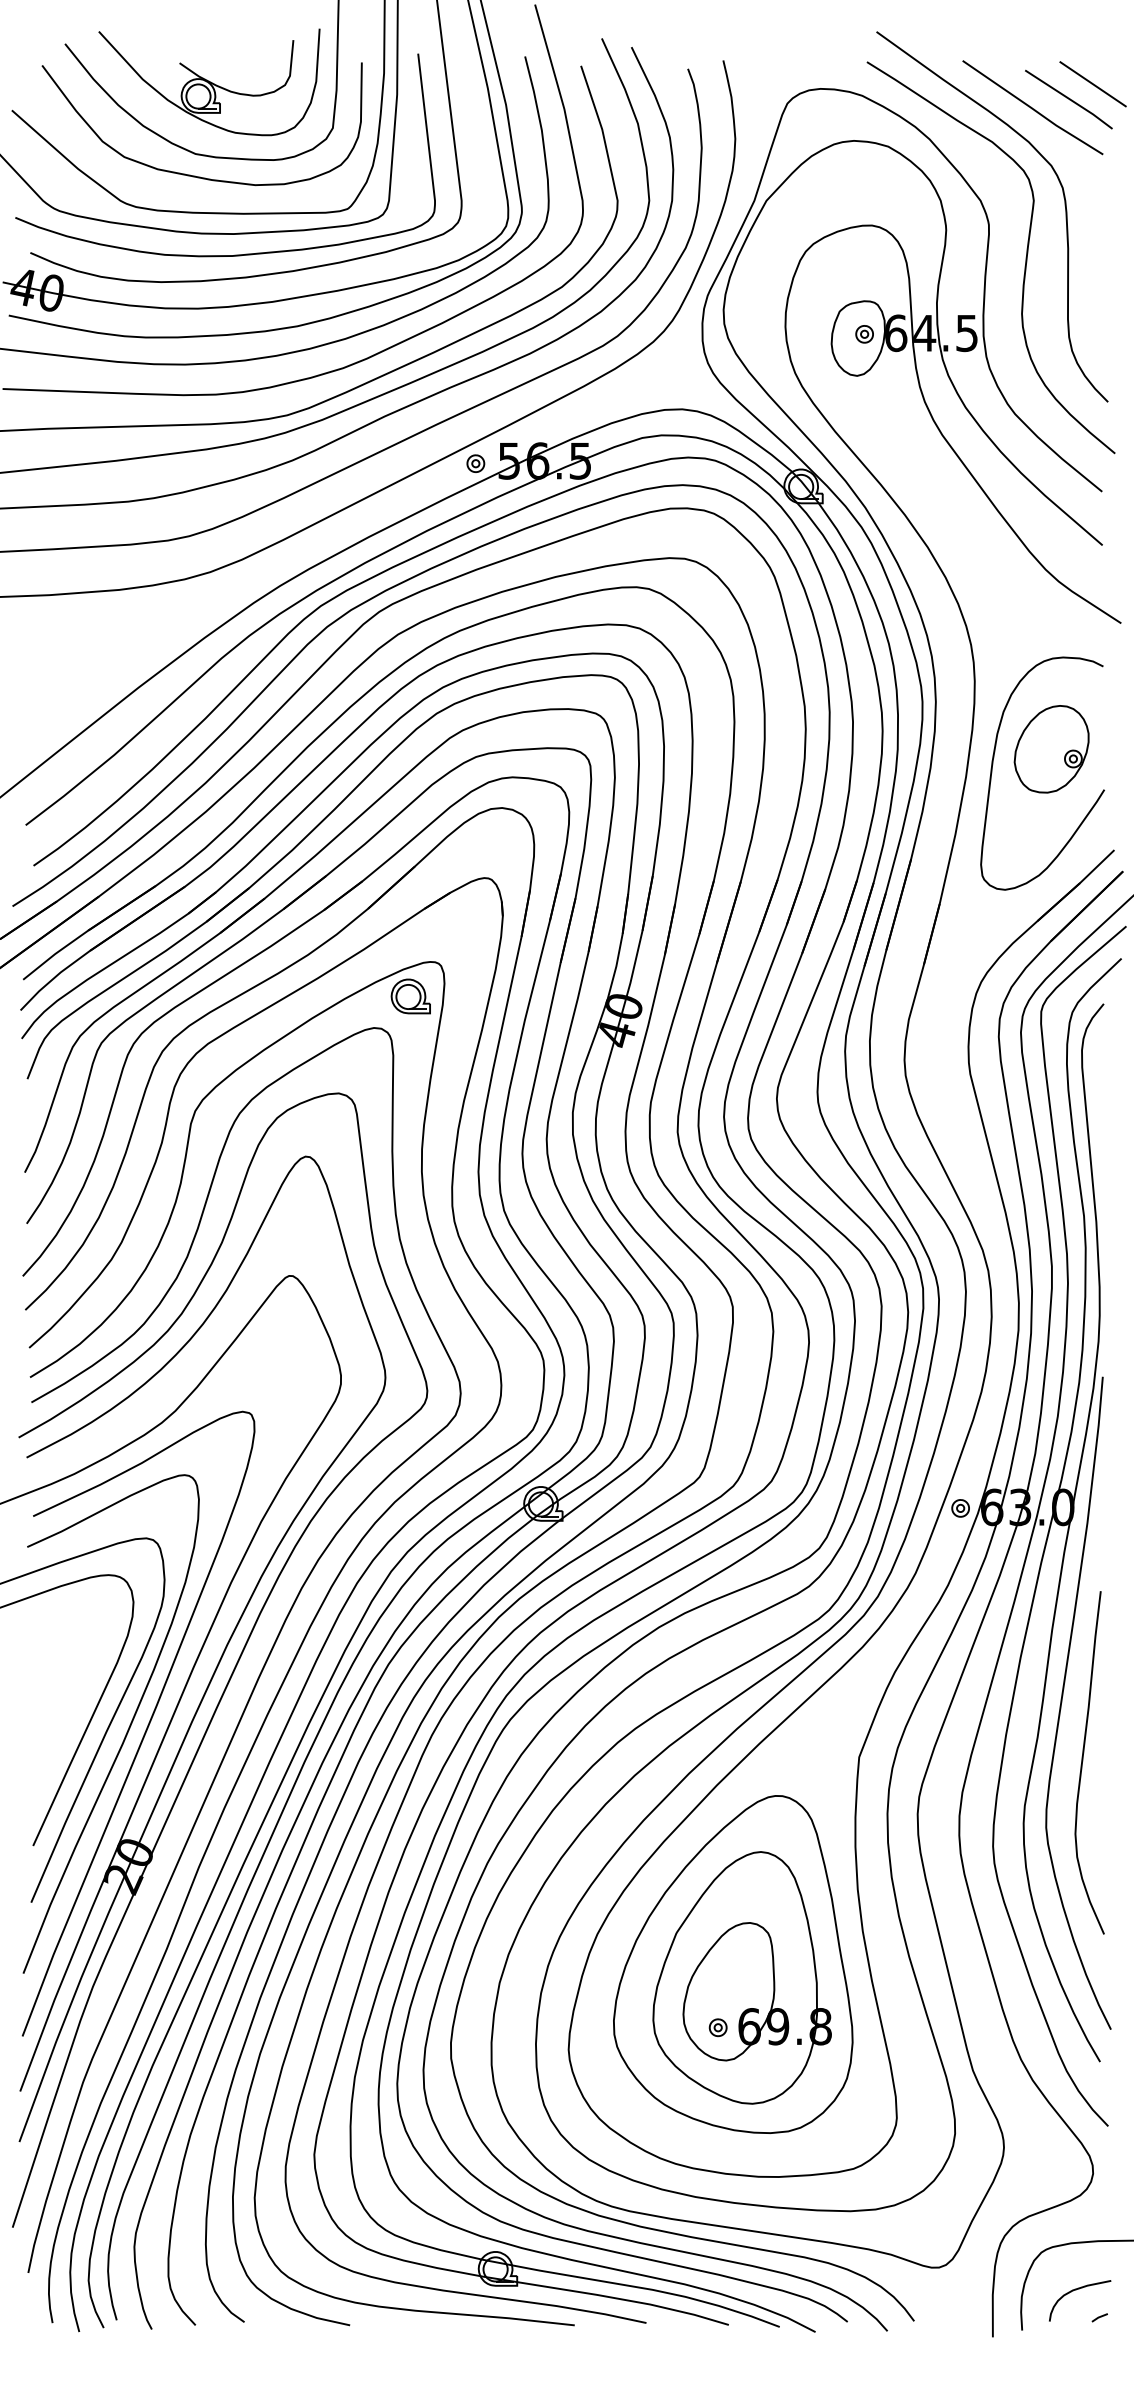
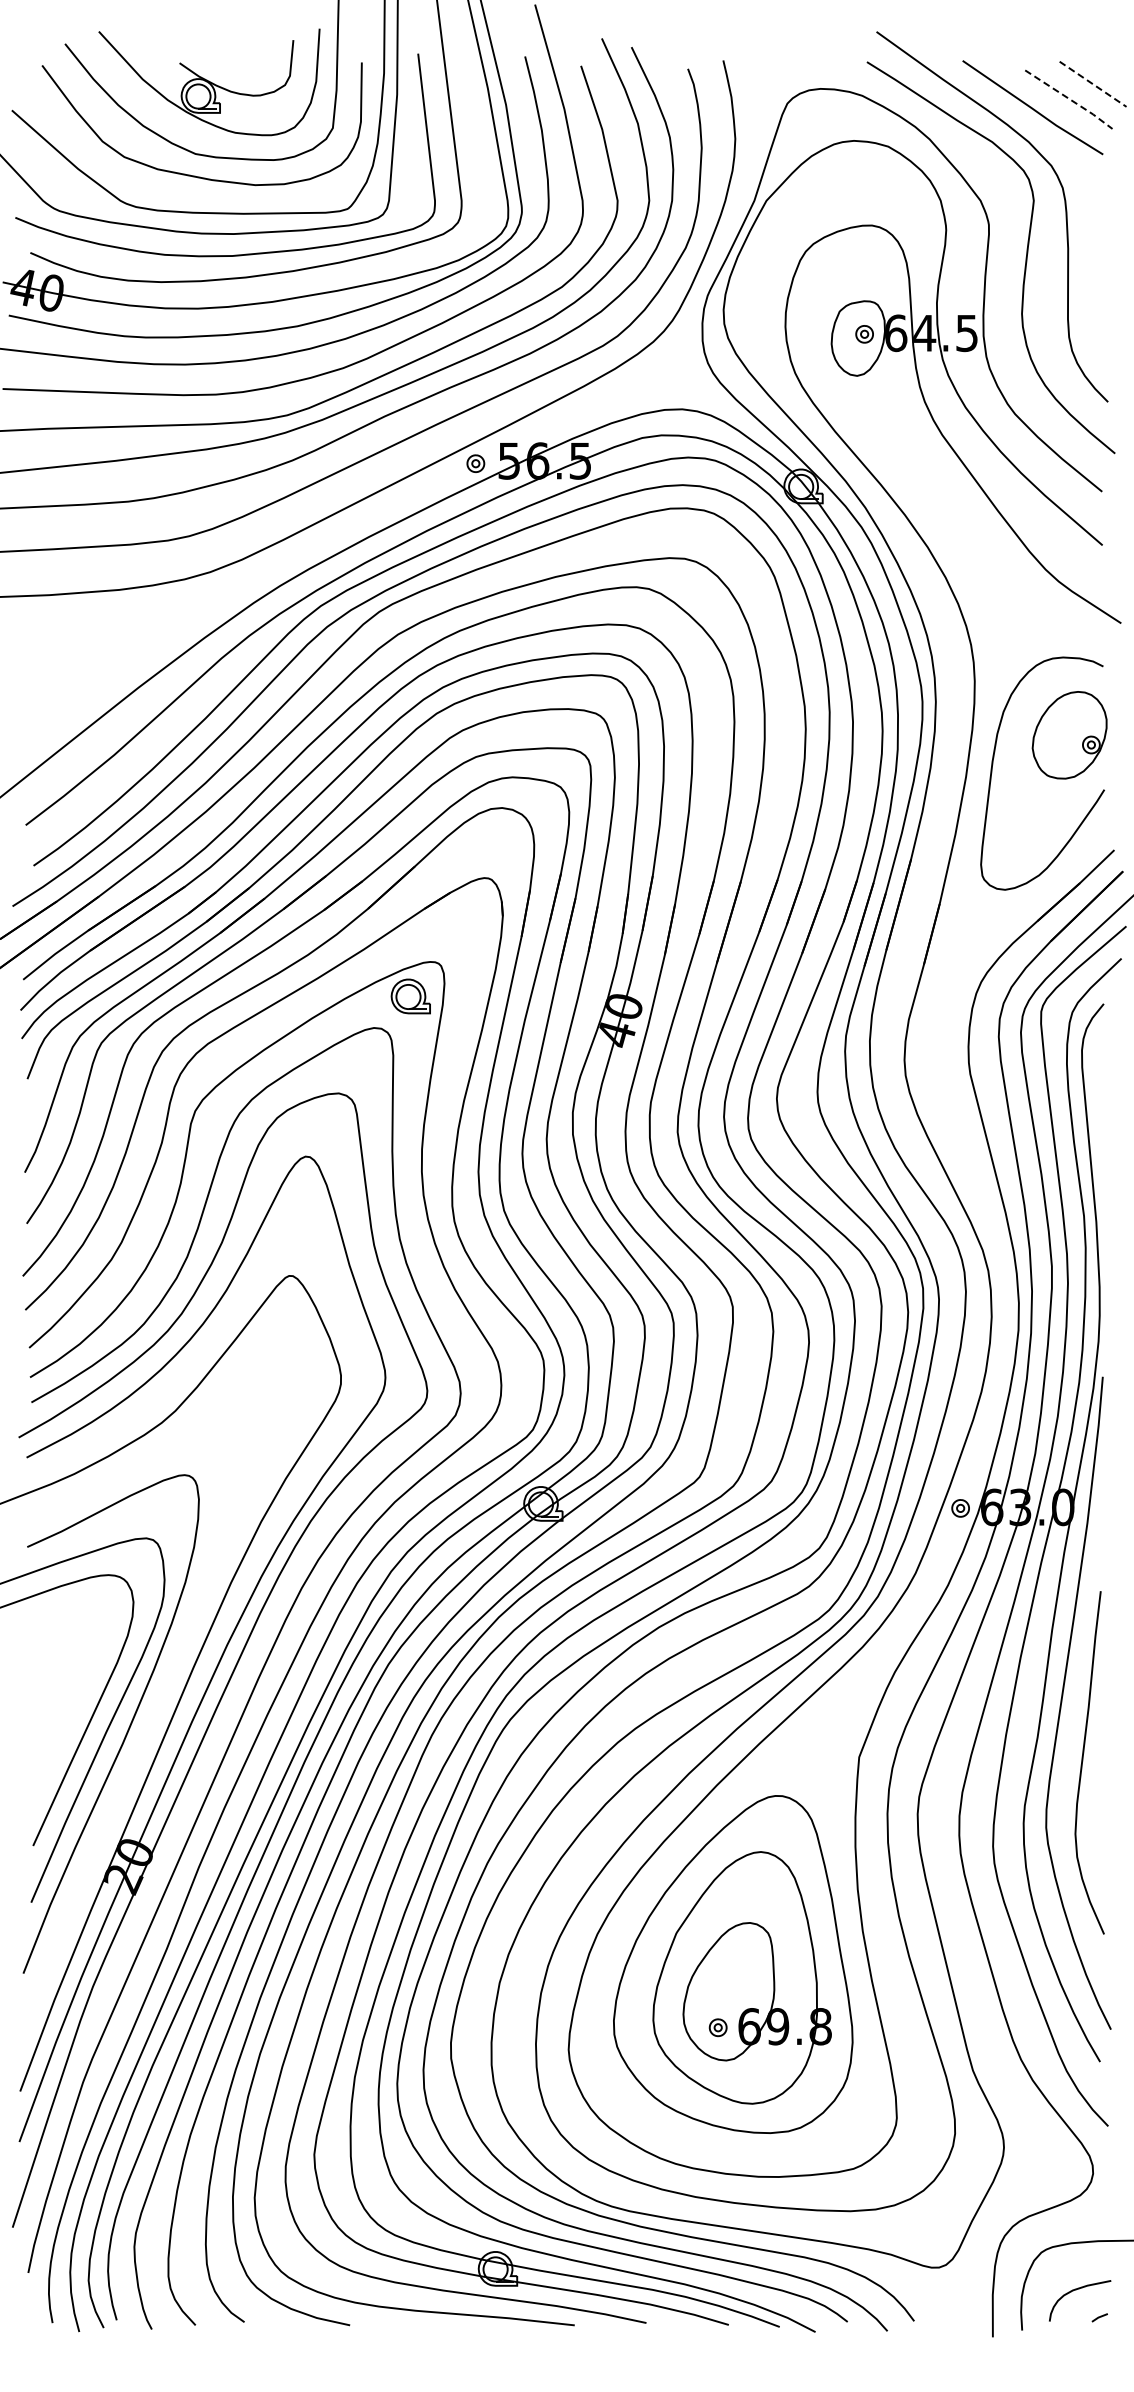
line at (1093, 84): solid -> dashed
line at (1070, 99): solid -> dashed
part at (1051, 749) position: (1051, 749) -> (1069, 735)
curve at (146, 1727): present -> none
